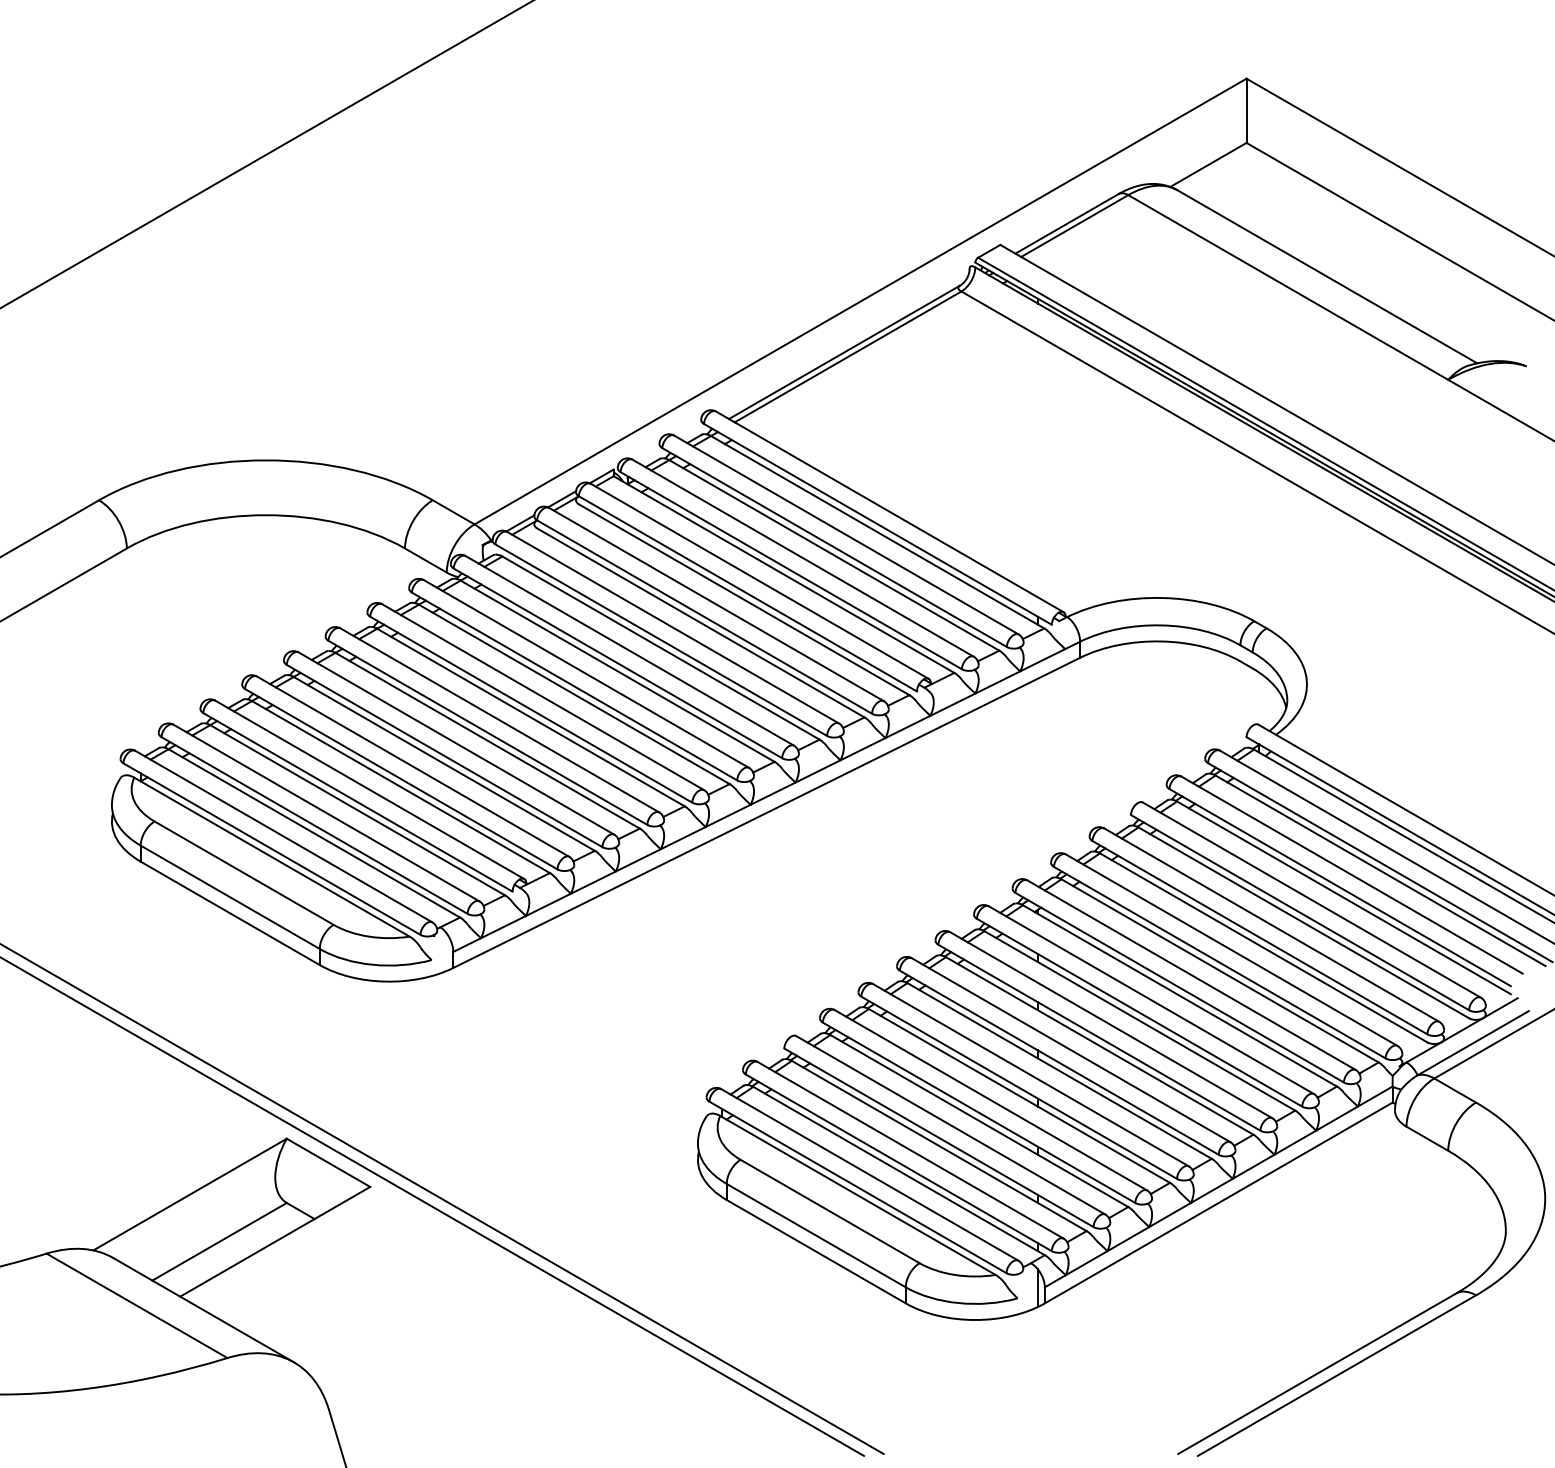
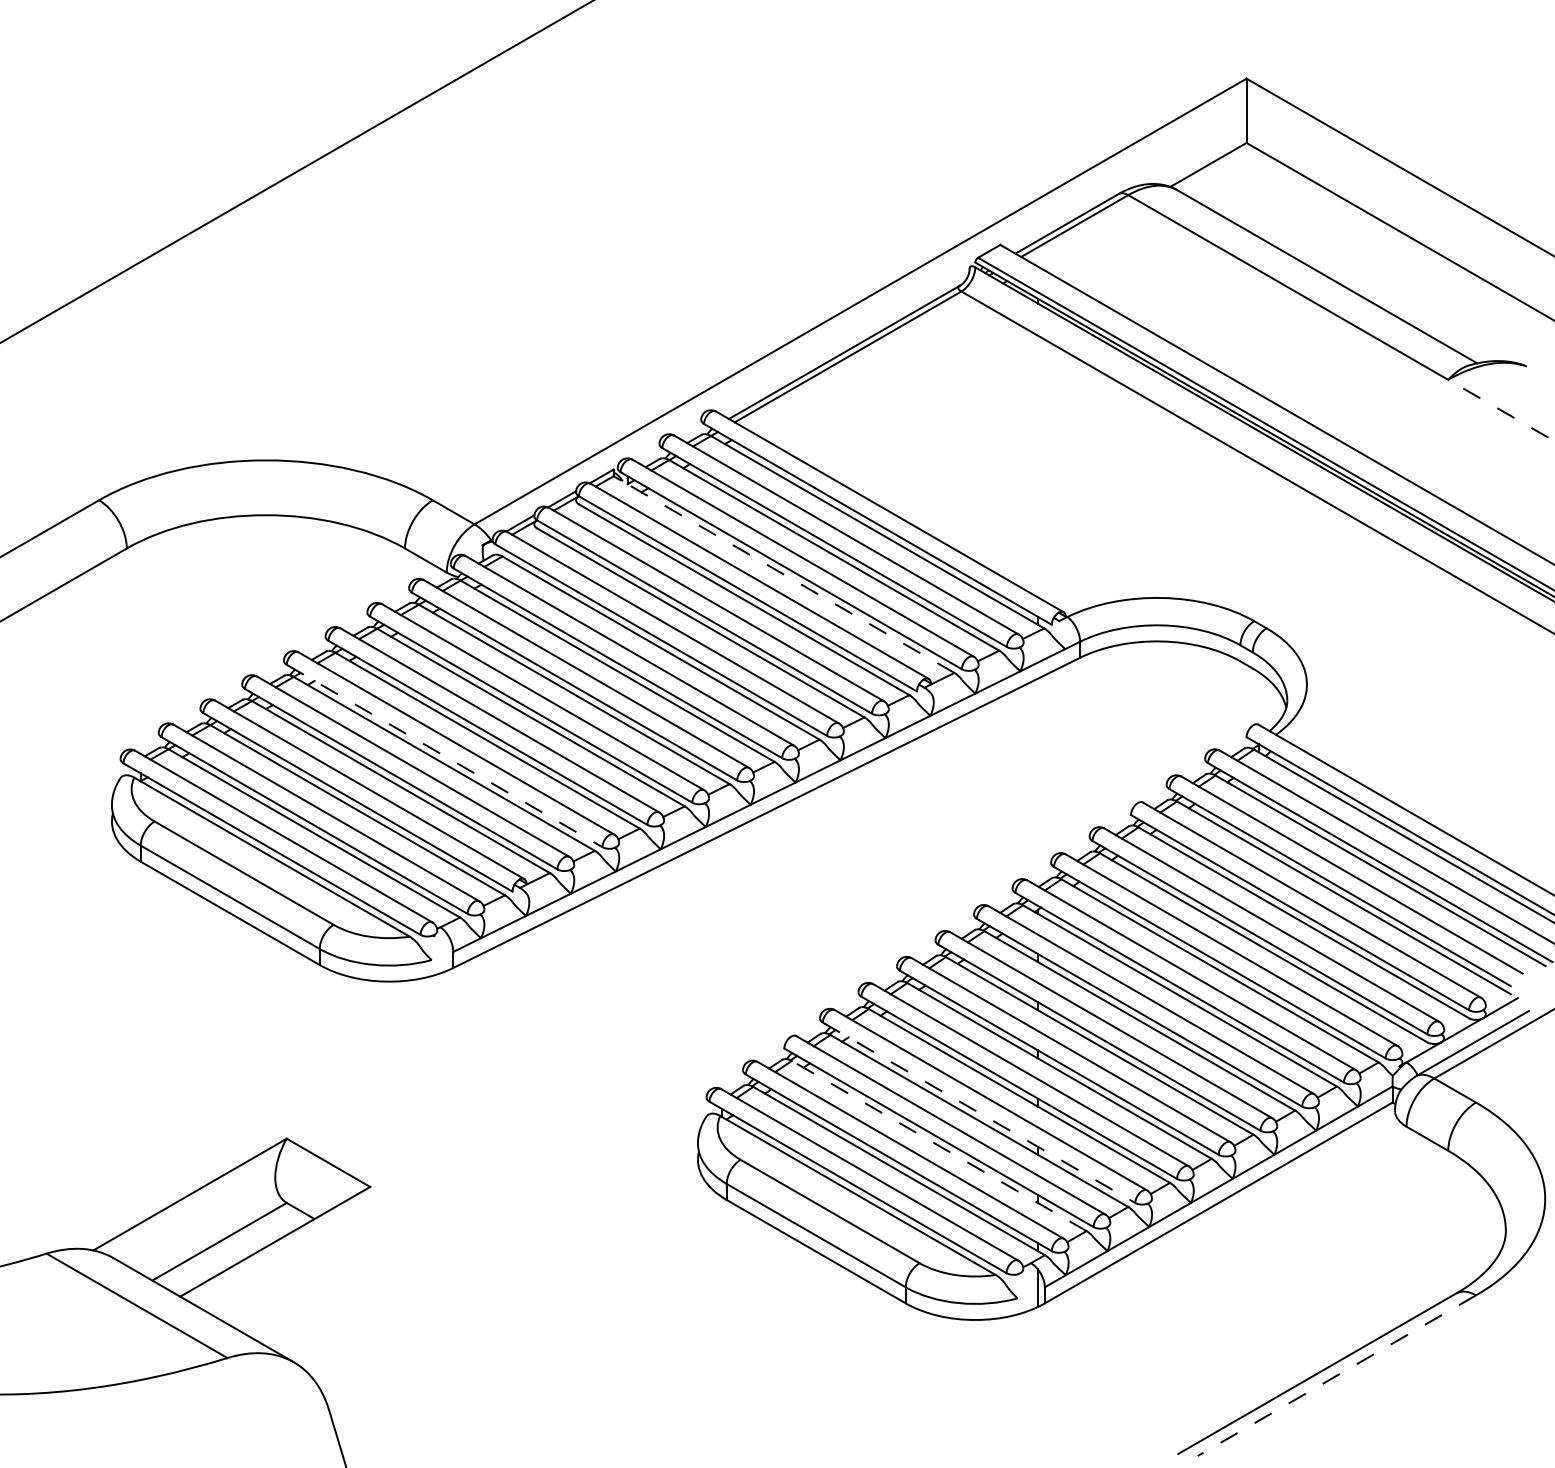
line at (266, 154) position: (266, 154) -> (296, 171)
line at (1500, 410): solid -> dashed
line at (787, 576): solid -> dashed
line at (445, 756): solid -> dashed
line at (979, 1113): solid -> dashed
line at (938, 1145): solid -> dashed
line at (442, 1199): present -> none
line at (433, 1206): present -> none
line at (1336, 1375): solid -> dashed
